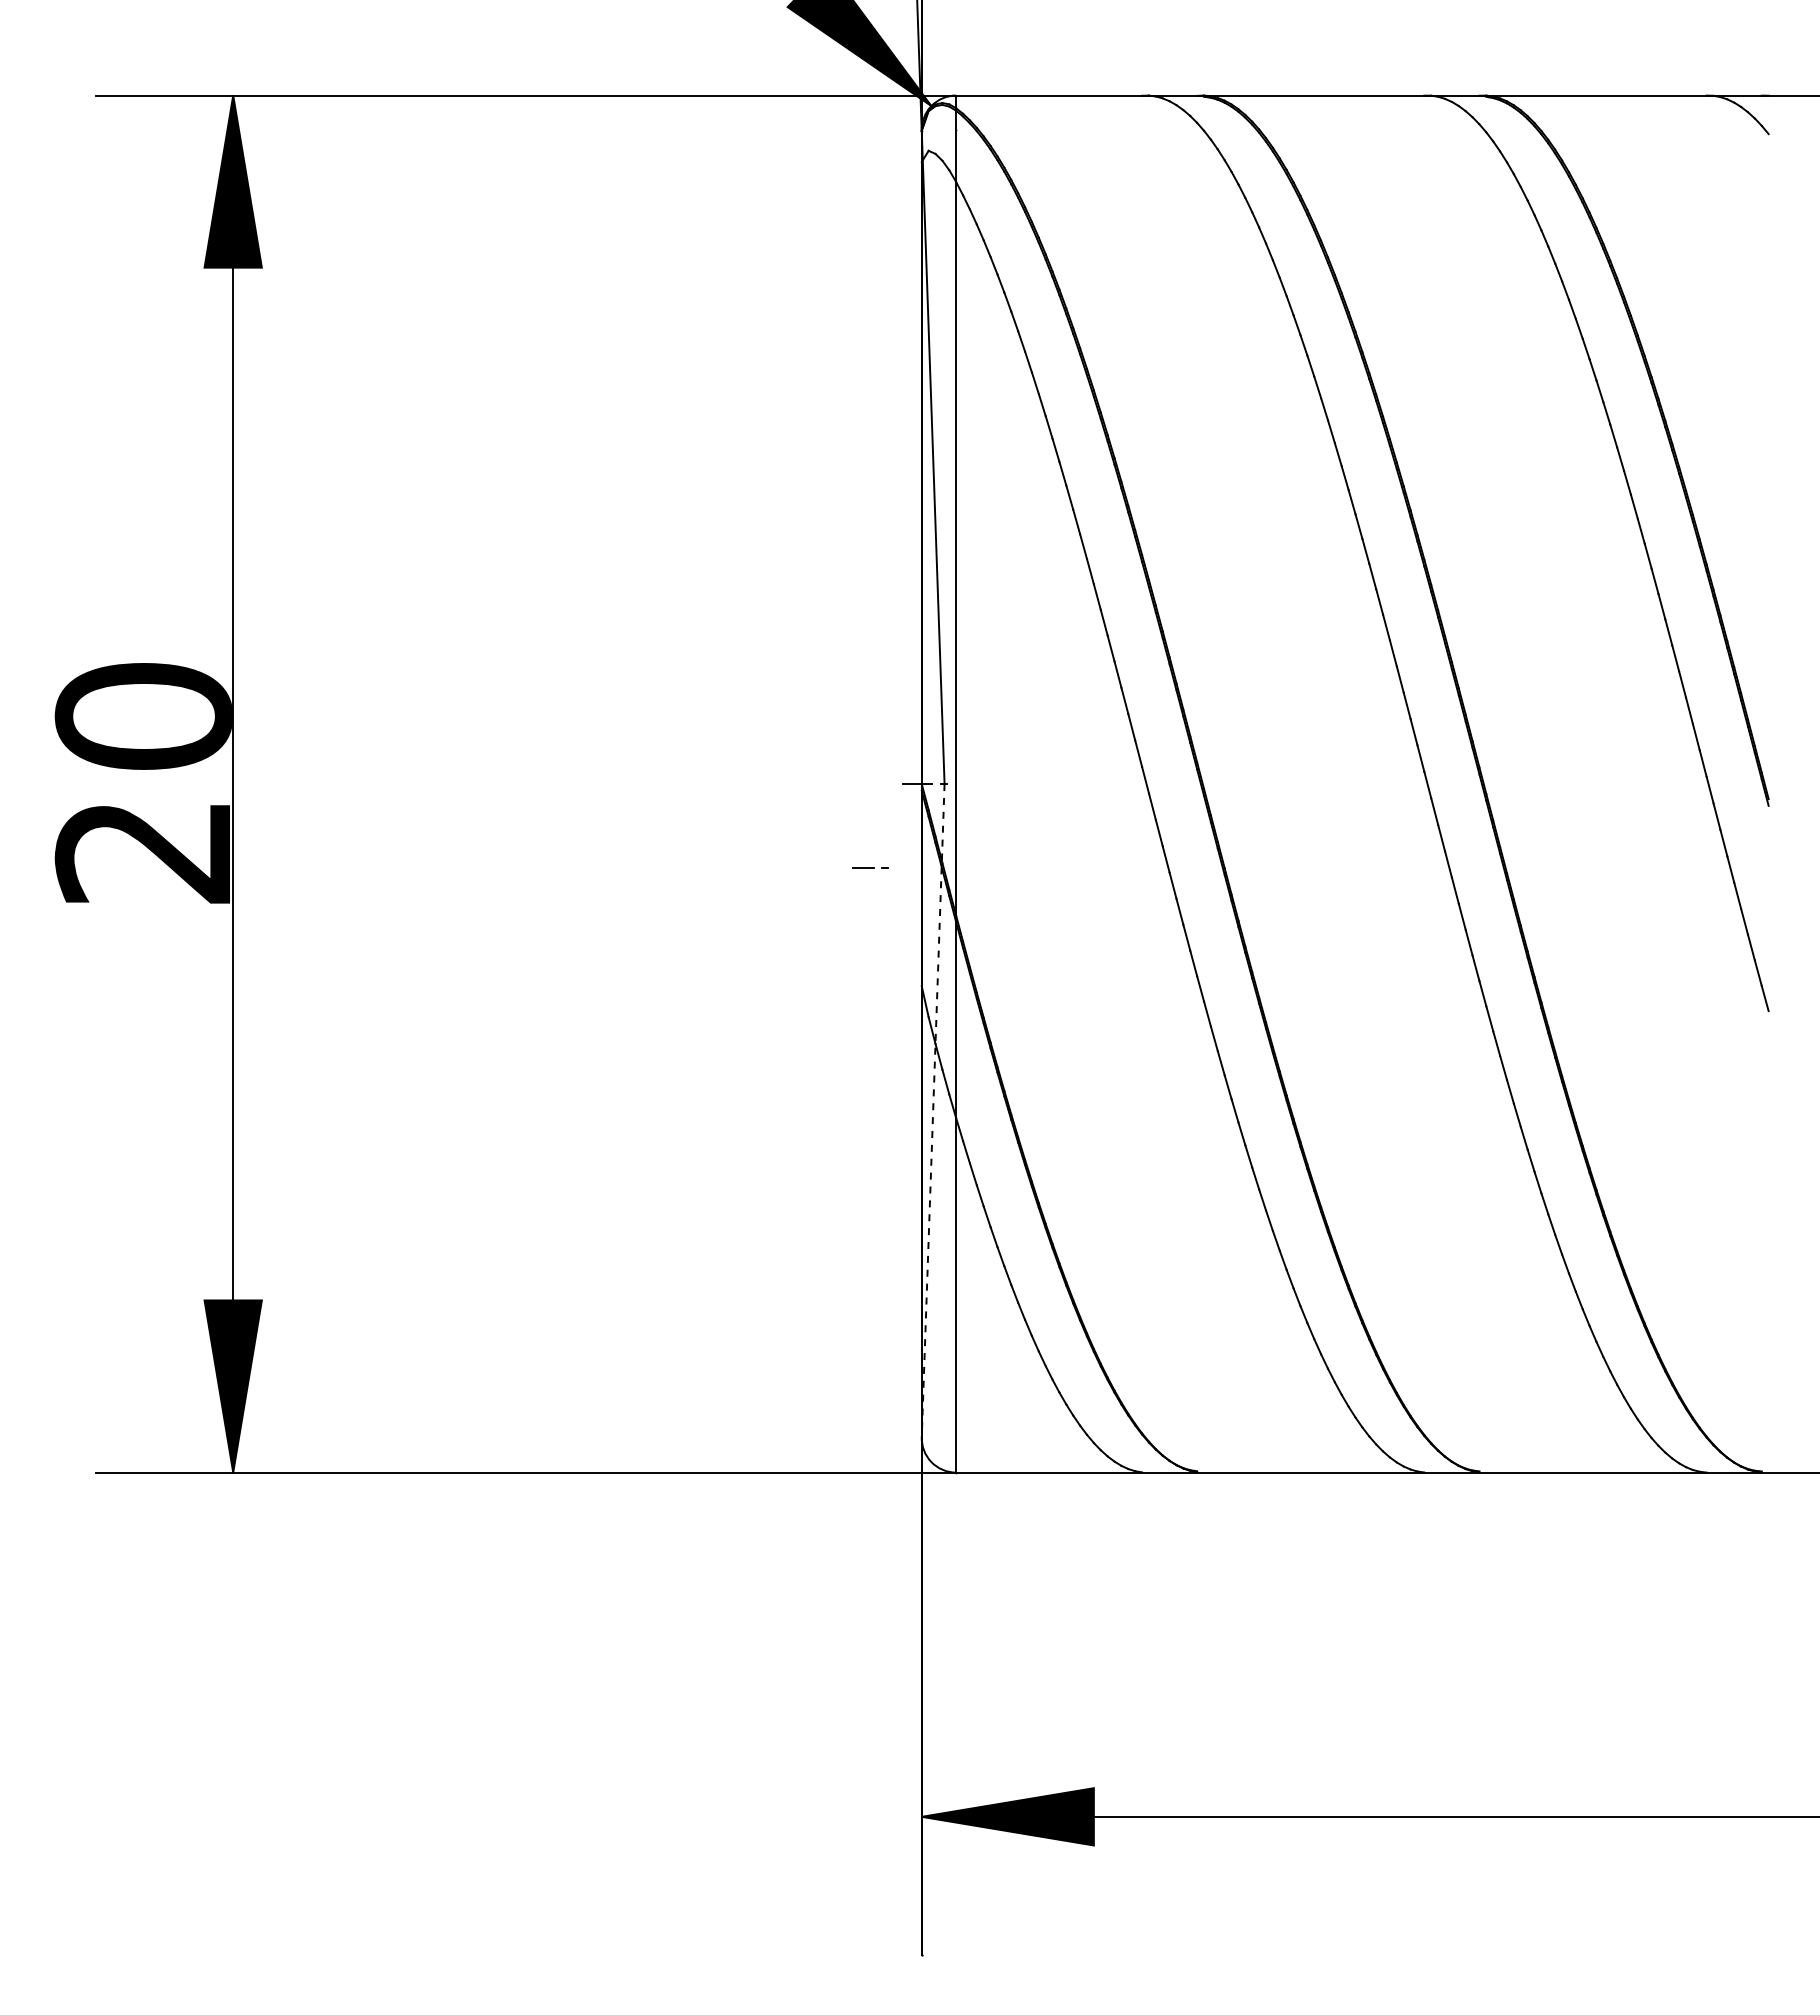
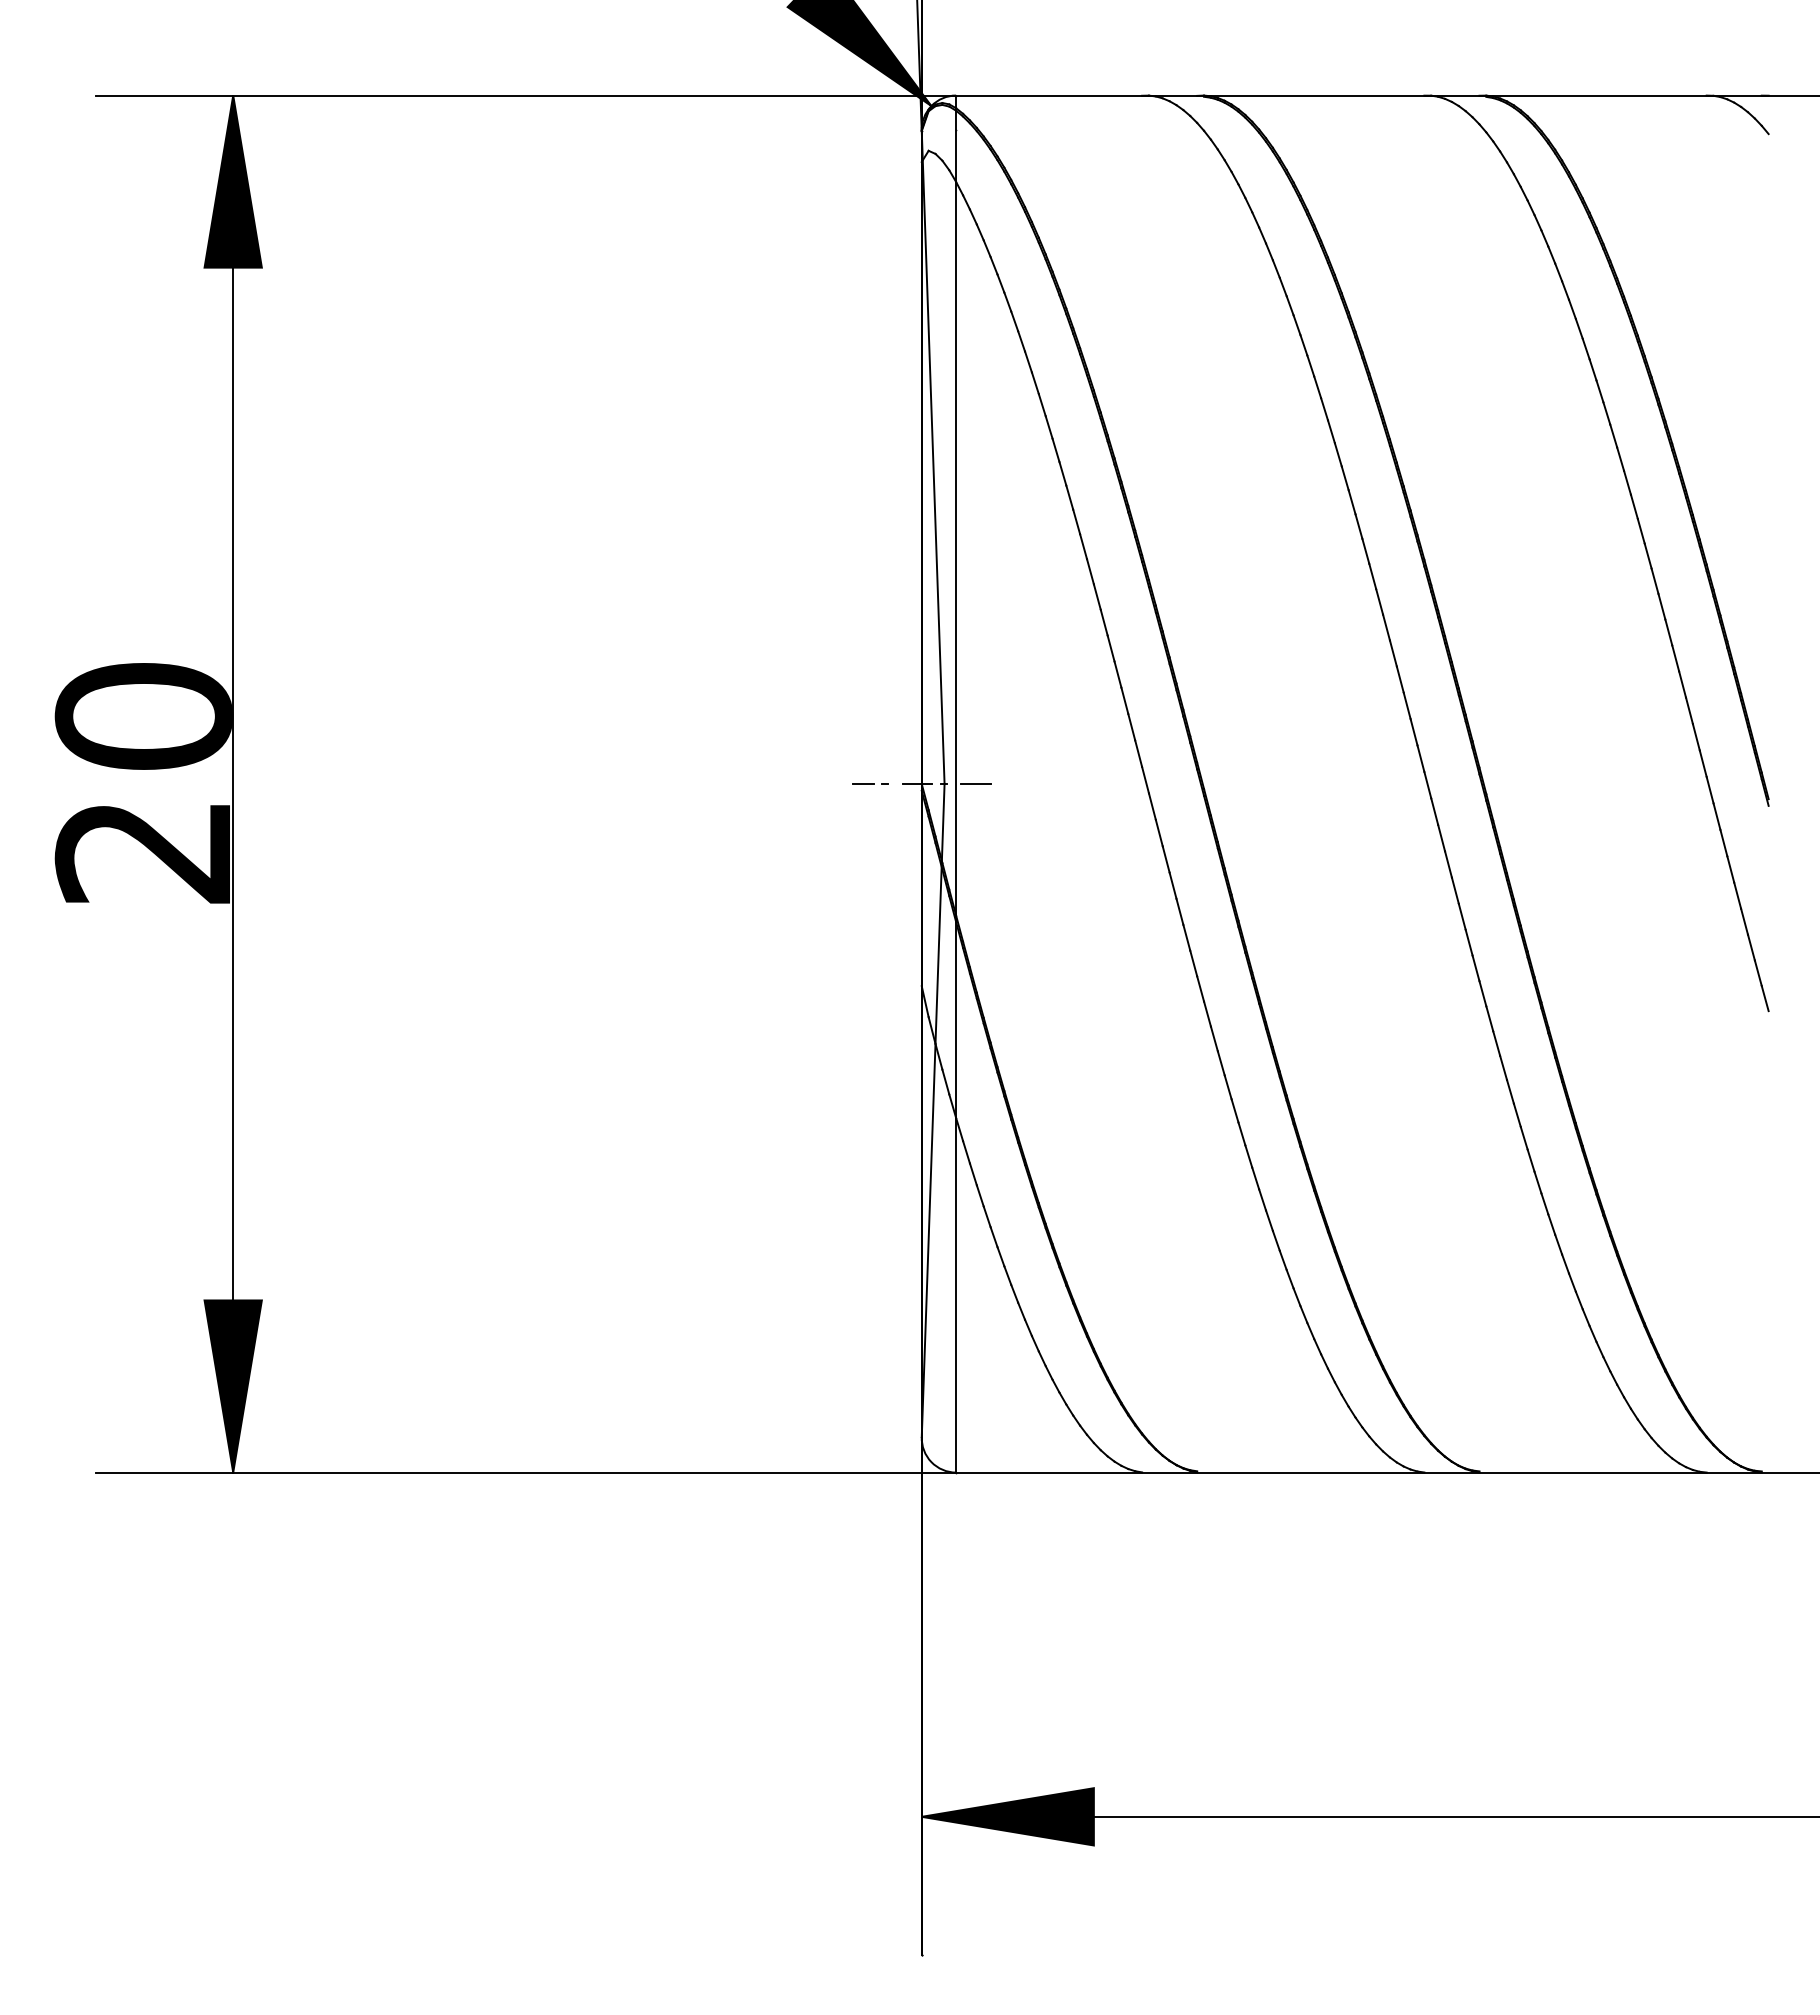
line at (975, 784): none -> present
line at (870, 867) position: (870, 867) -> (870, 783)
line at (933, 1110): dashed -> solid
